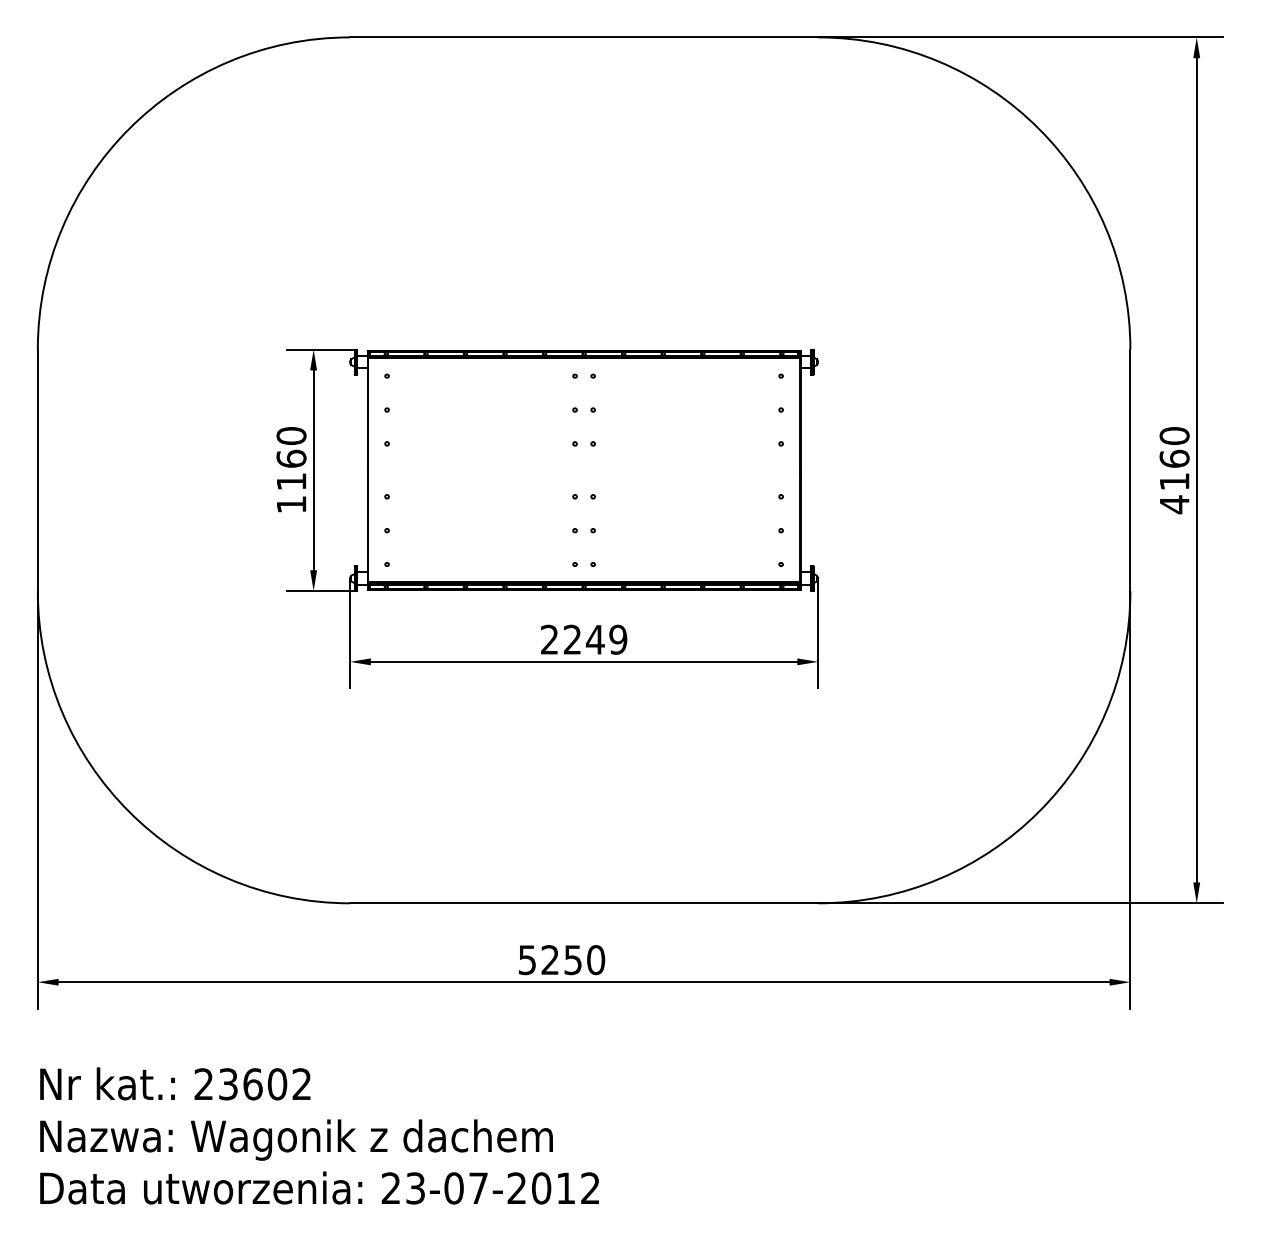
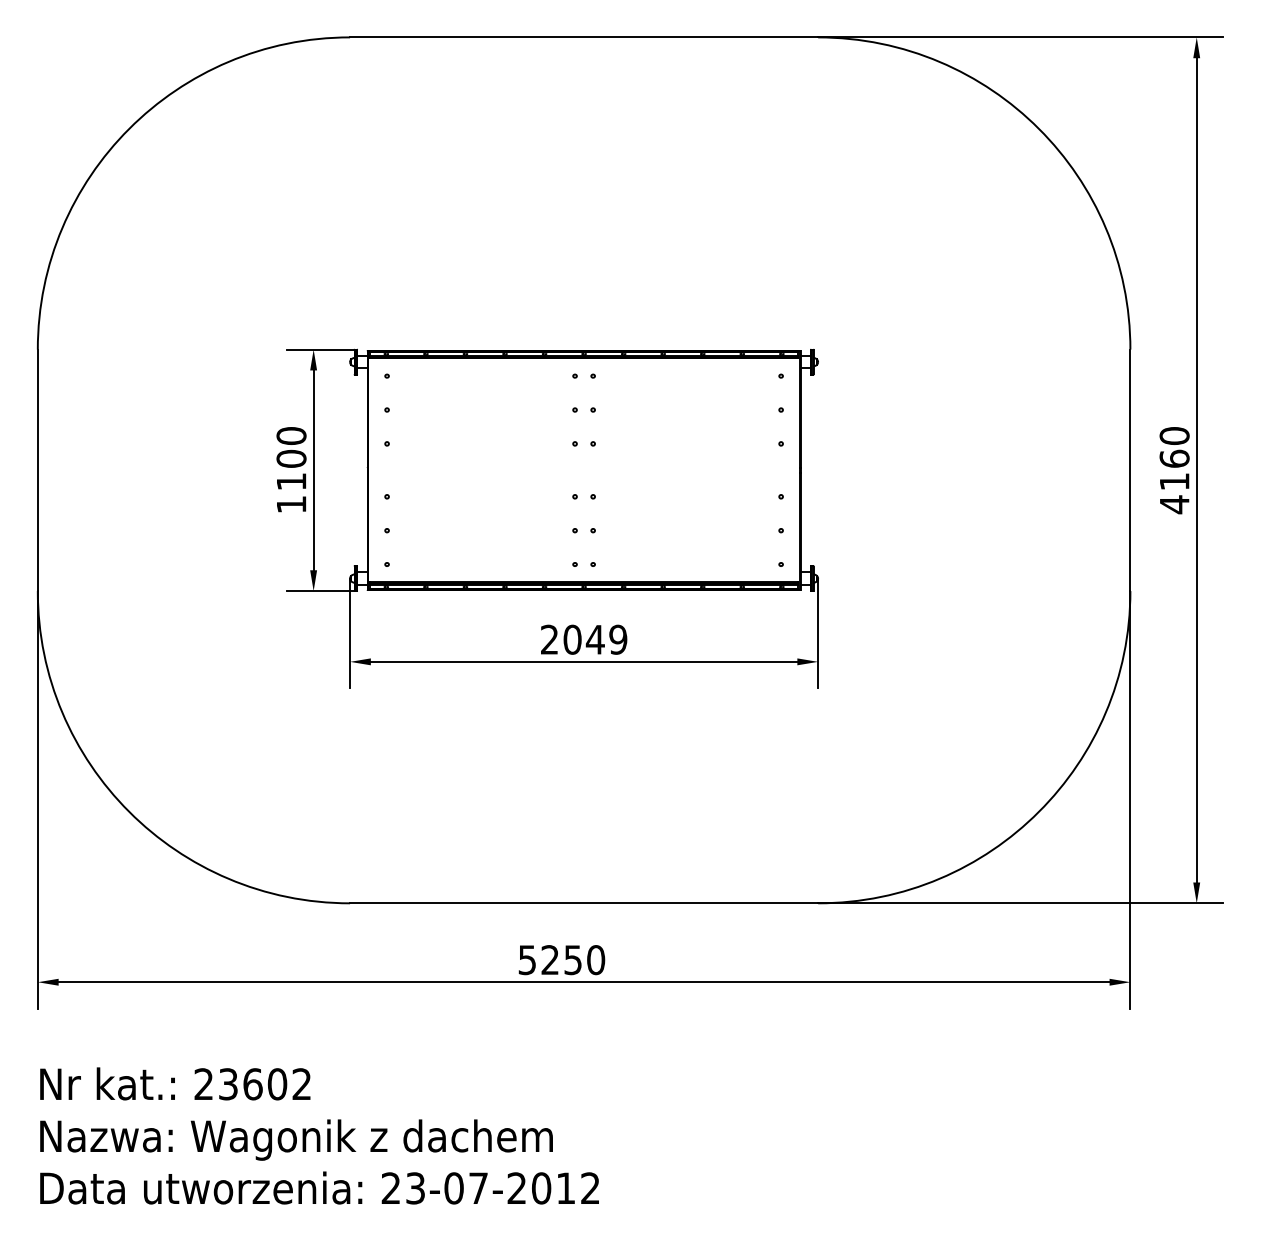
text at (291, 458): 1160 -> 1100
text at (572, 639): 2249 -> 2049
